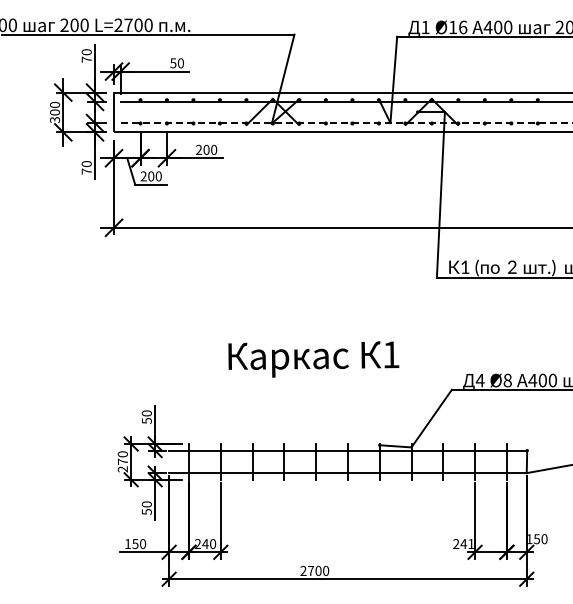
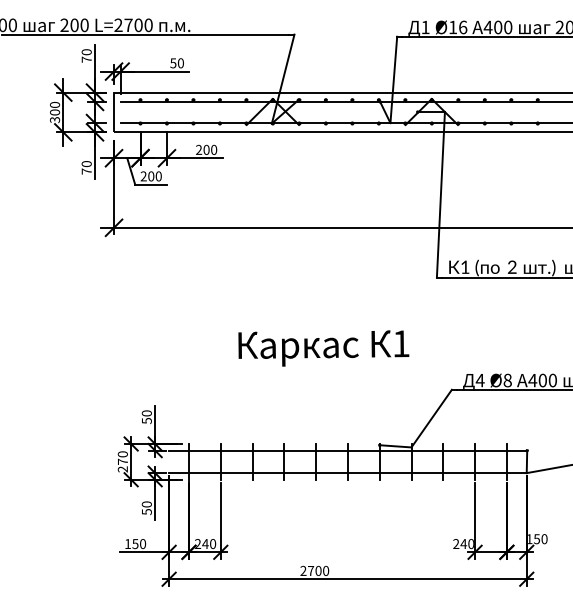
line at (346, 123): dashed -> solid
text at (313, 359) position: (313, 359) -> (323, 348)
text at (470, 544): 241 -> 240
